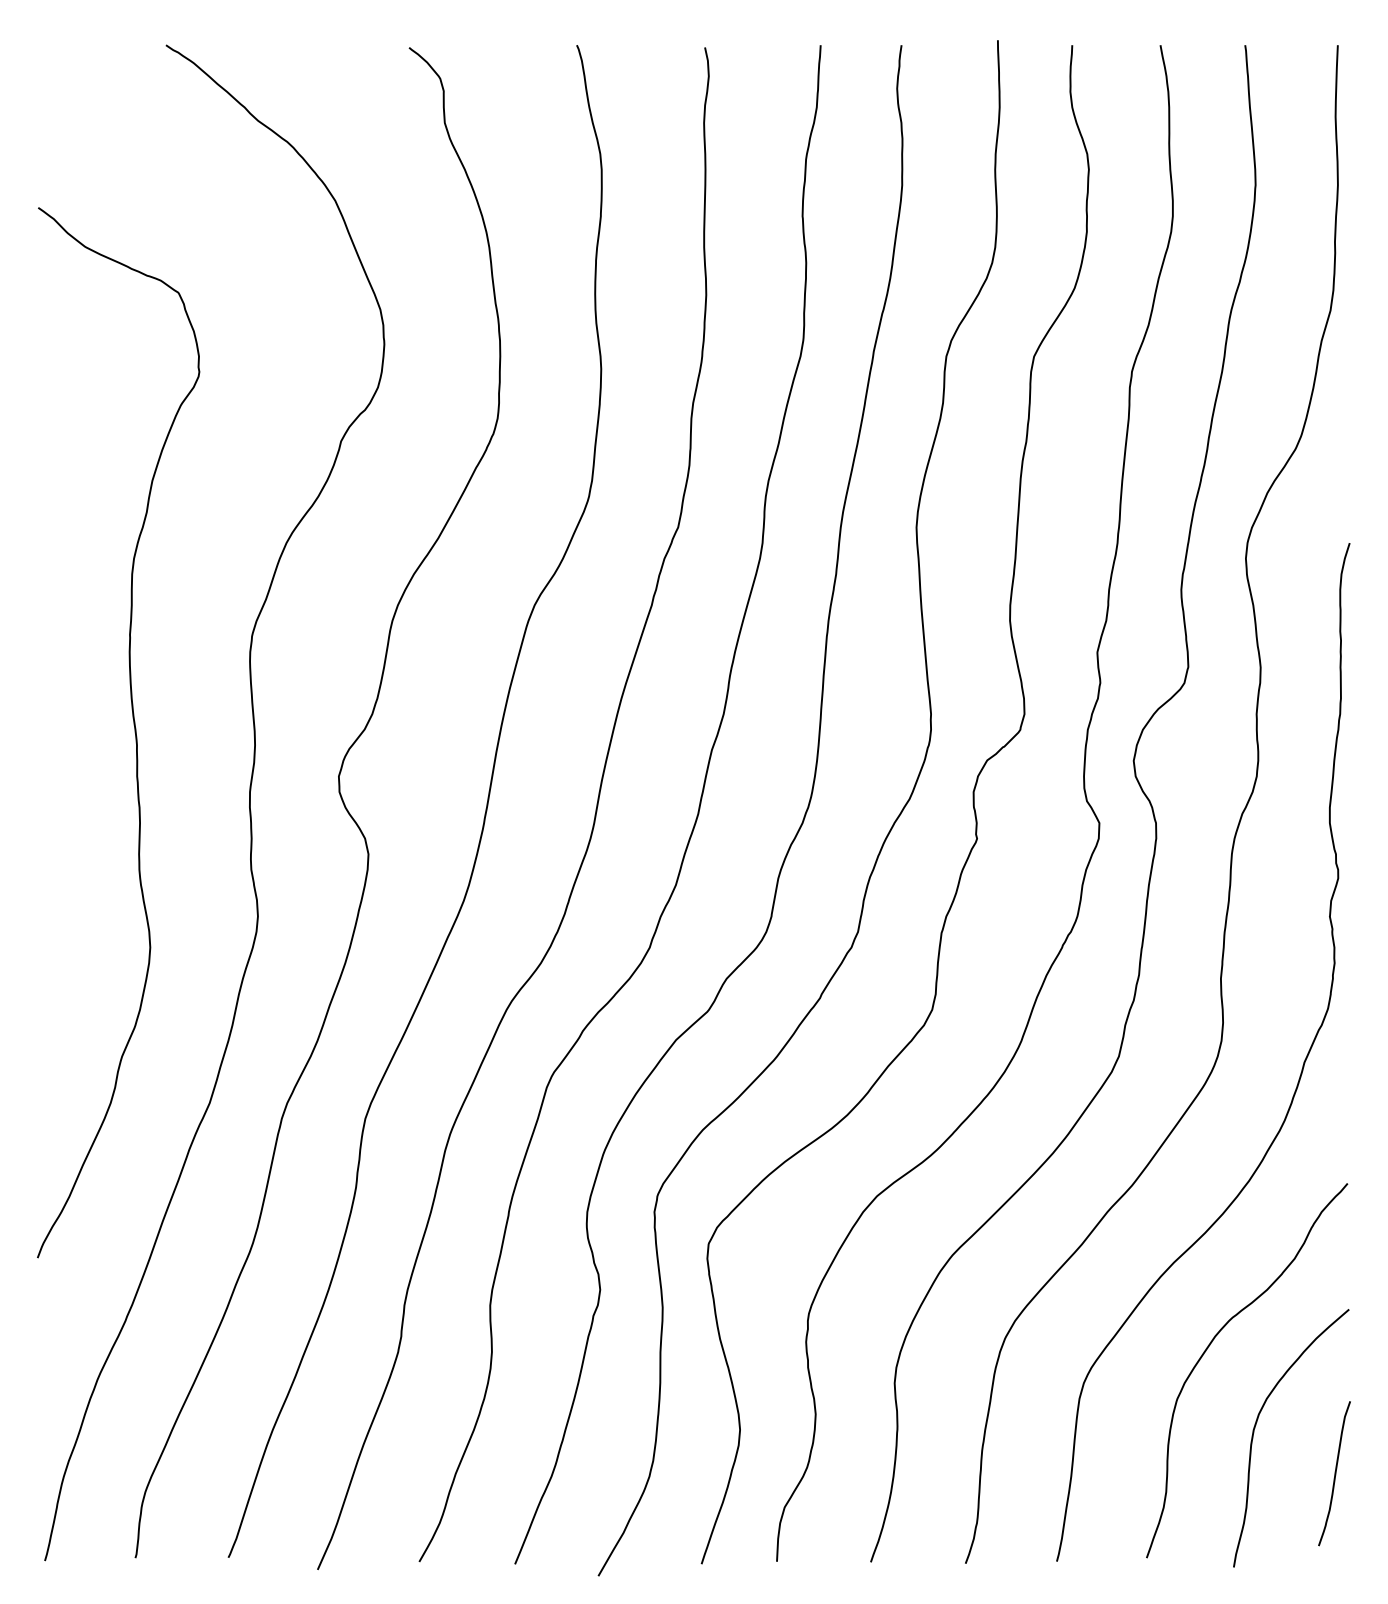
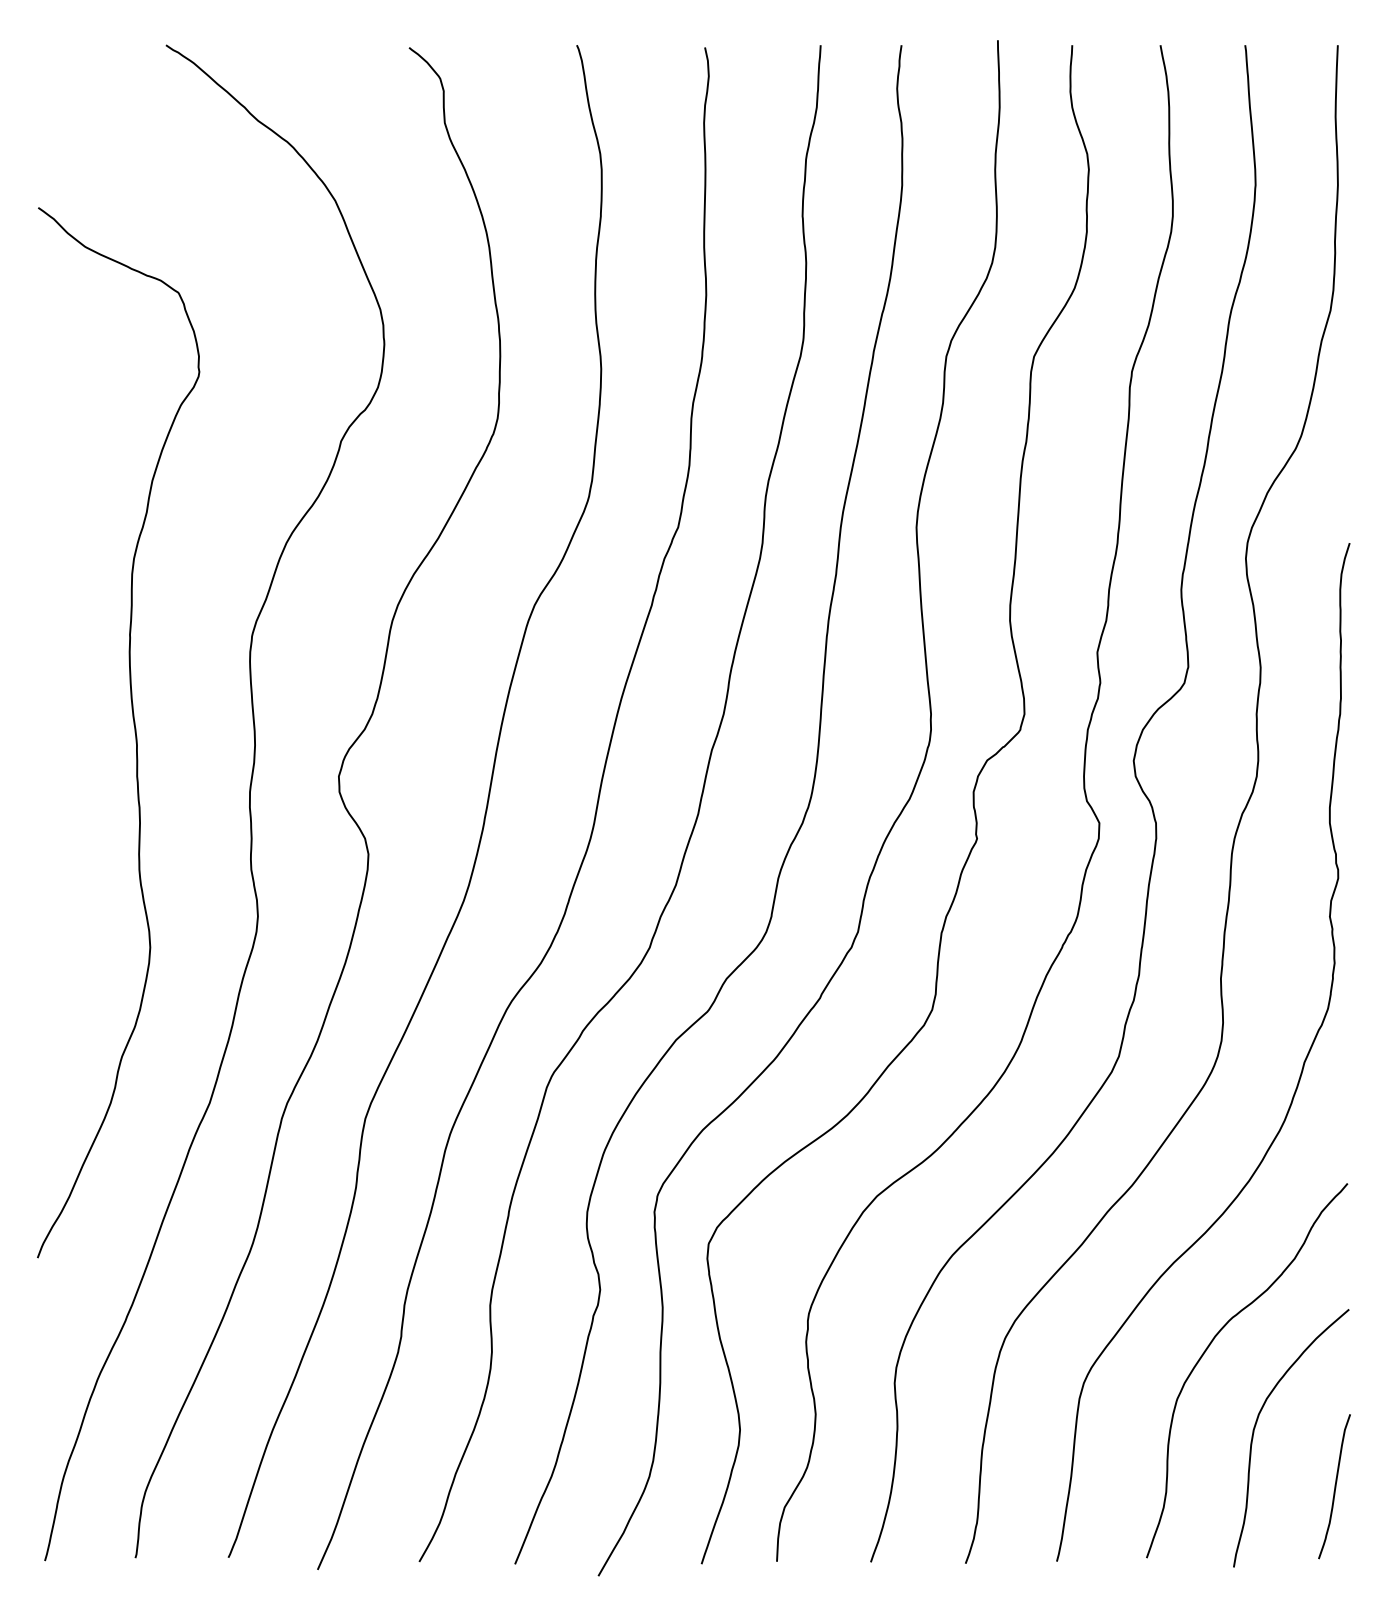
curve at (1334, 1473) position: (1334, 1473) -> (1334, 1486)
